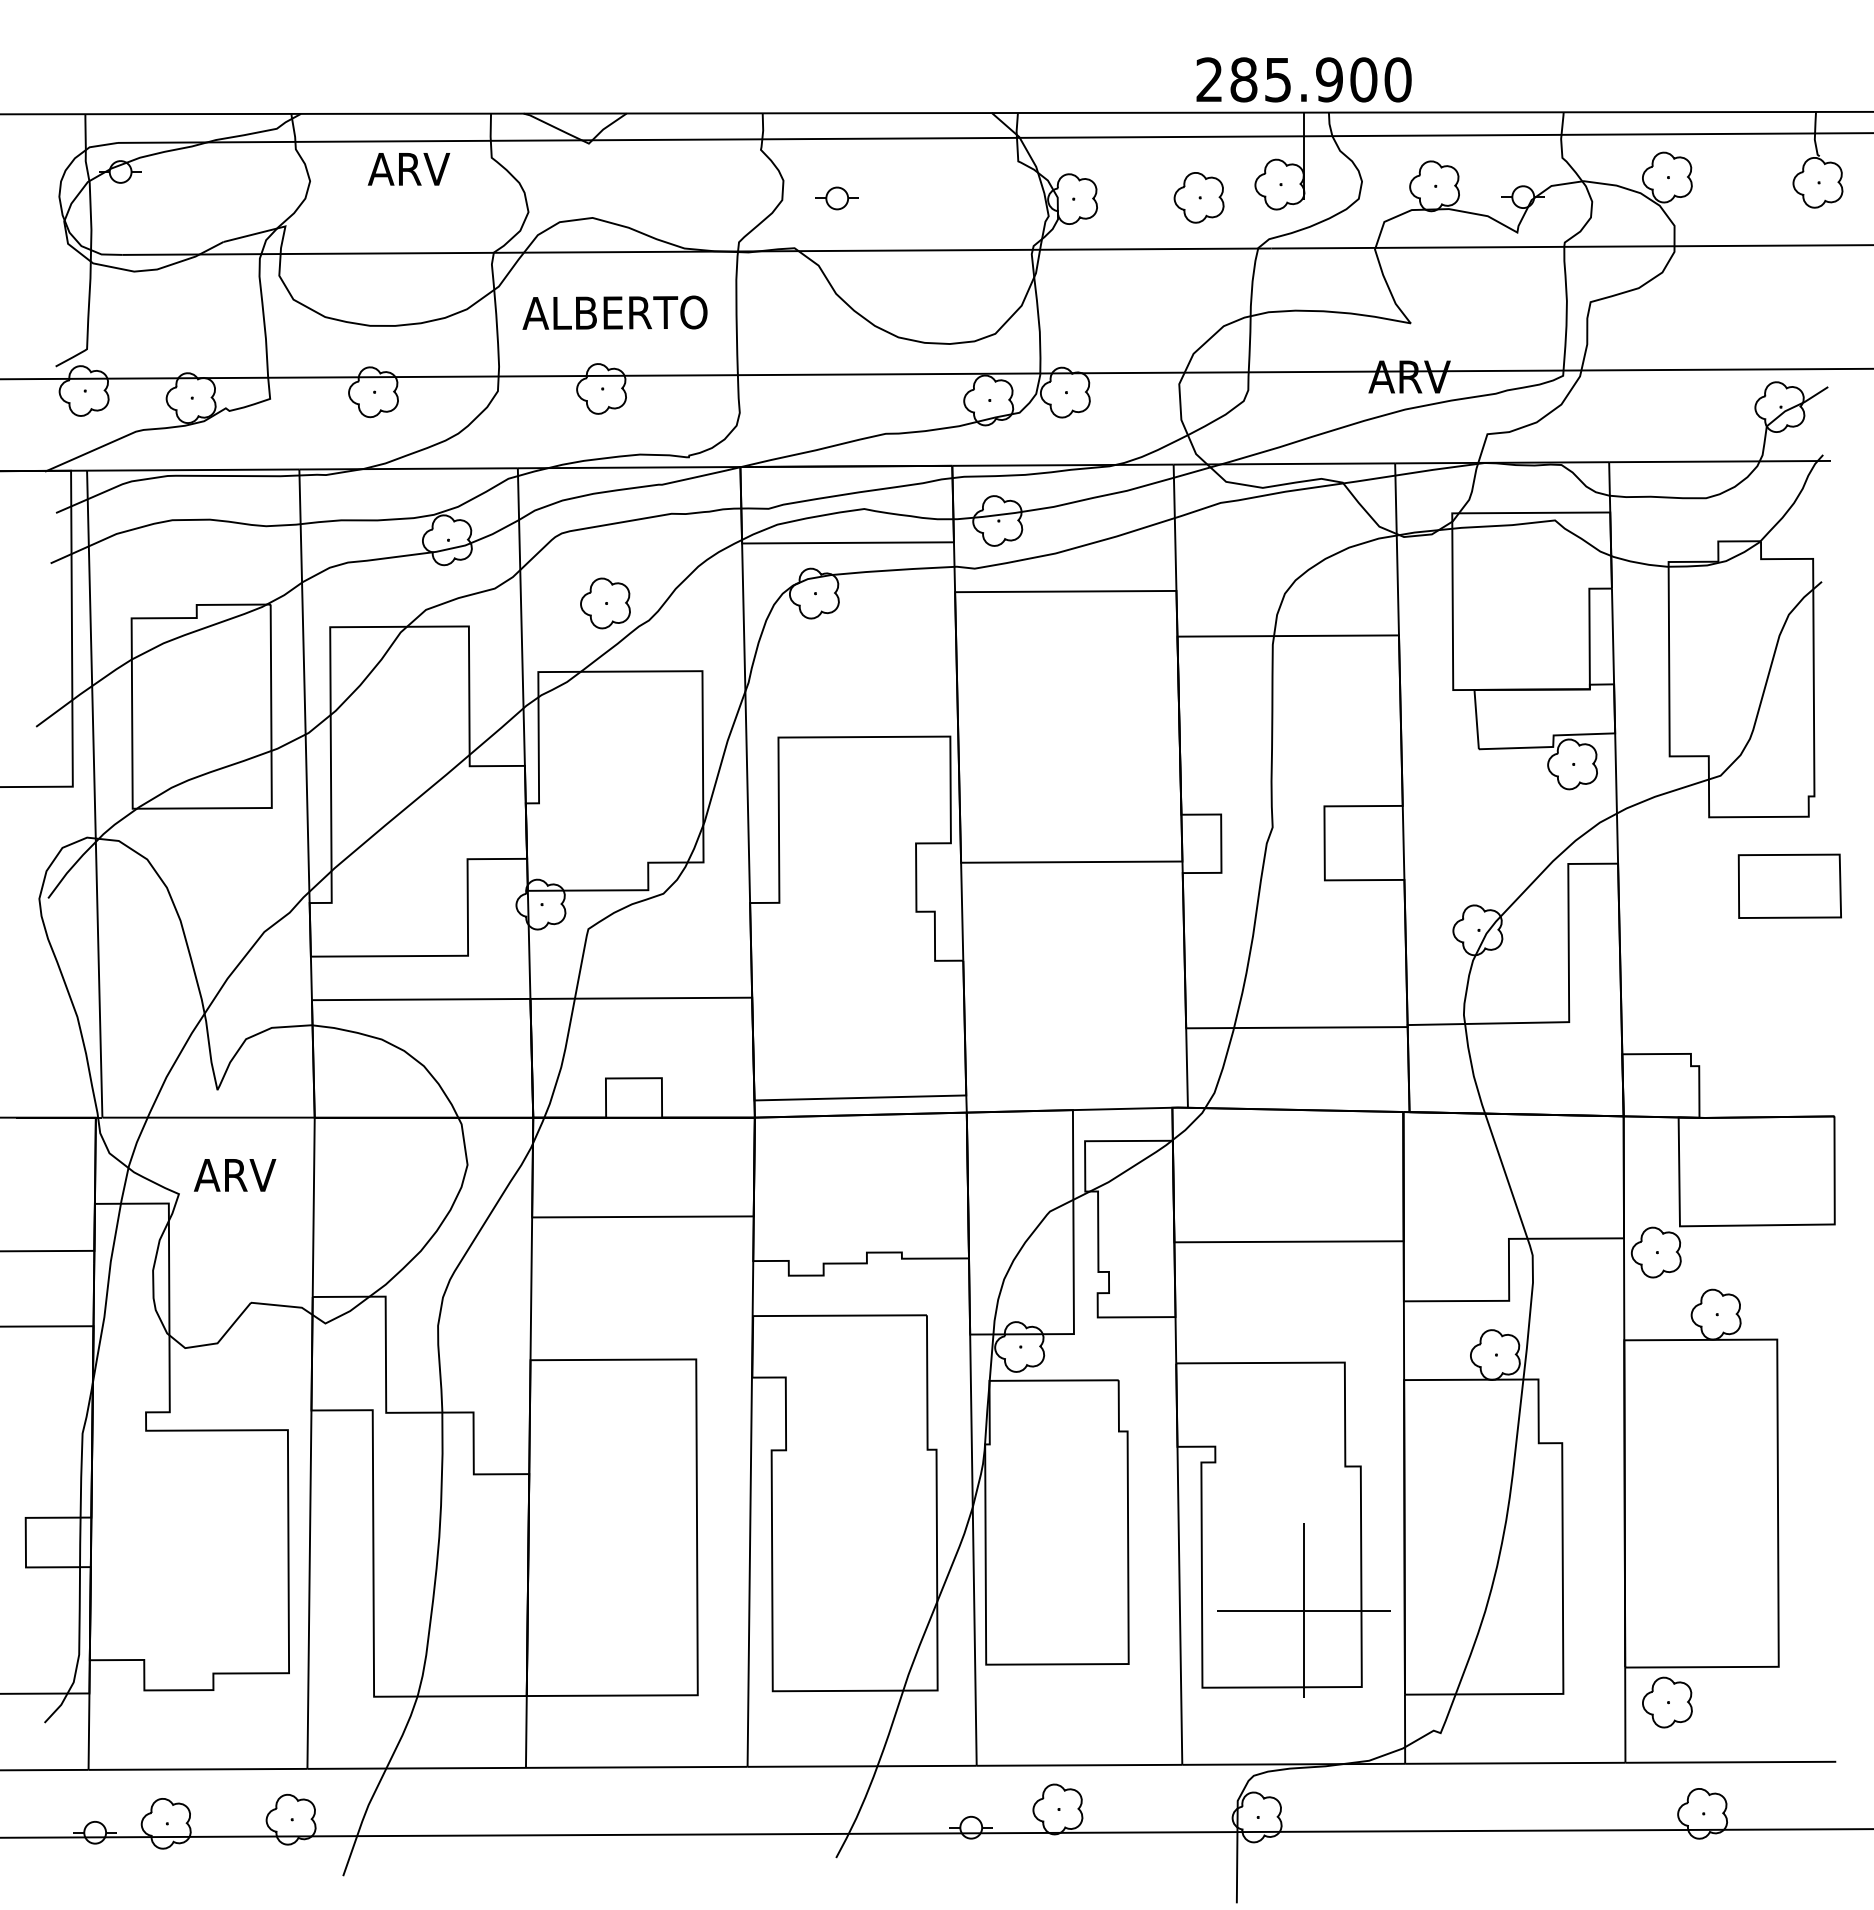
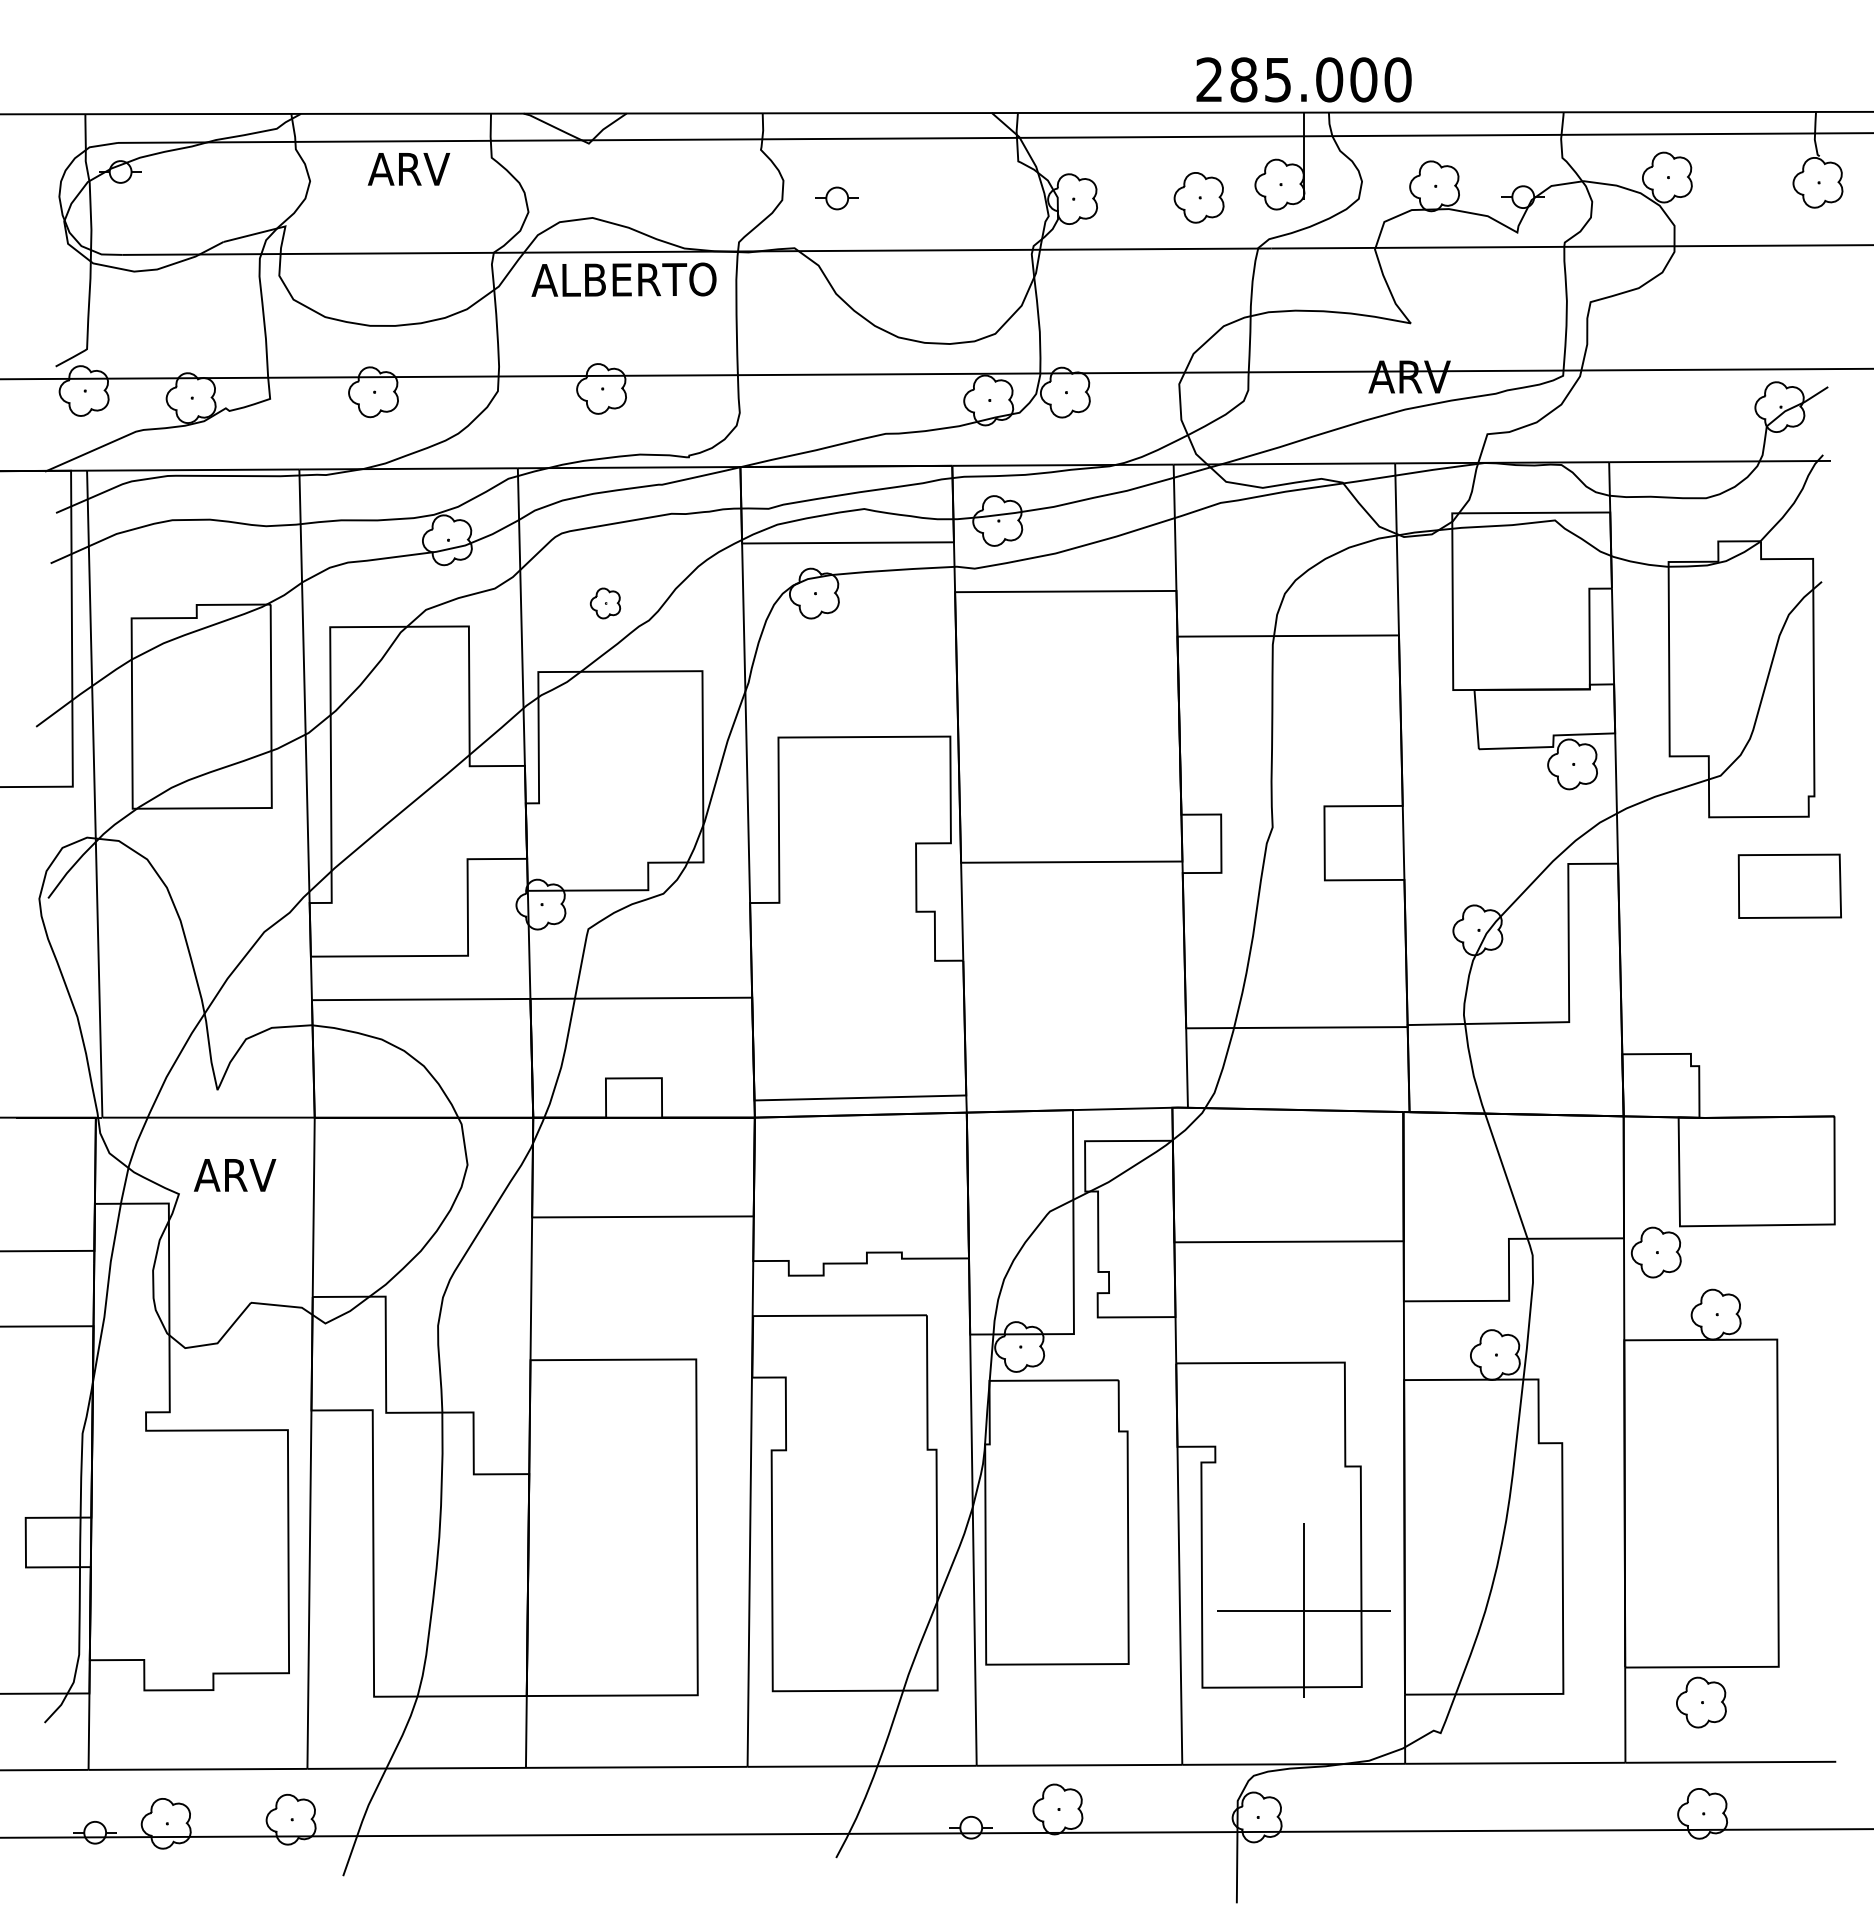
text at (1329, 79): 285.900 -> 285.000
text at (614, 312) position: (614, 312) -> (623, 279)
part at (605, 603) size: 51x53 px -> 33x33 px
part at (1667, 1702) position: (1667, 1702) -> (1701, 1702)
